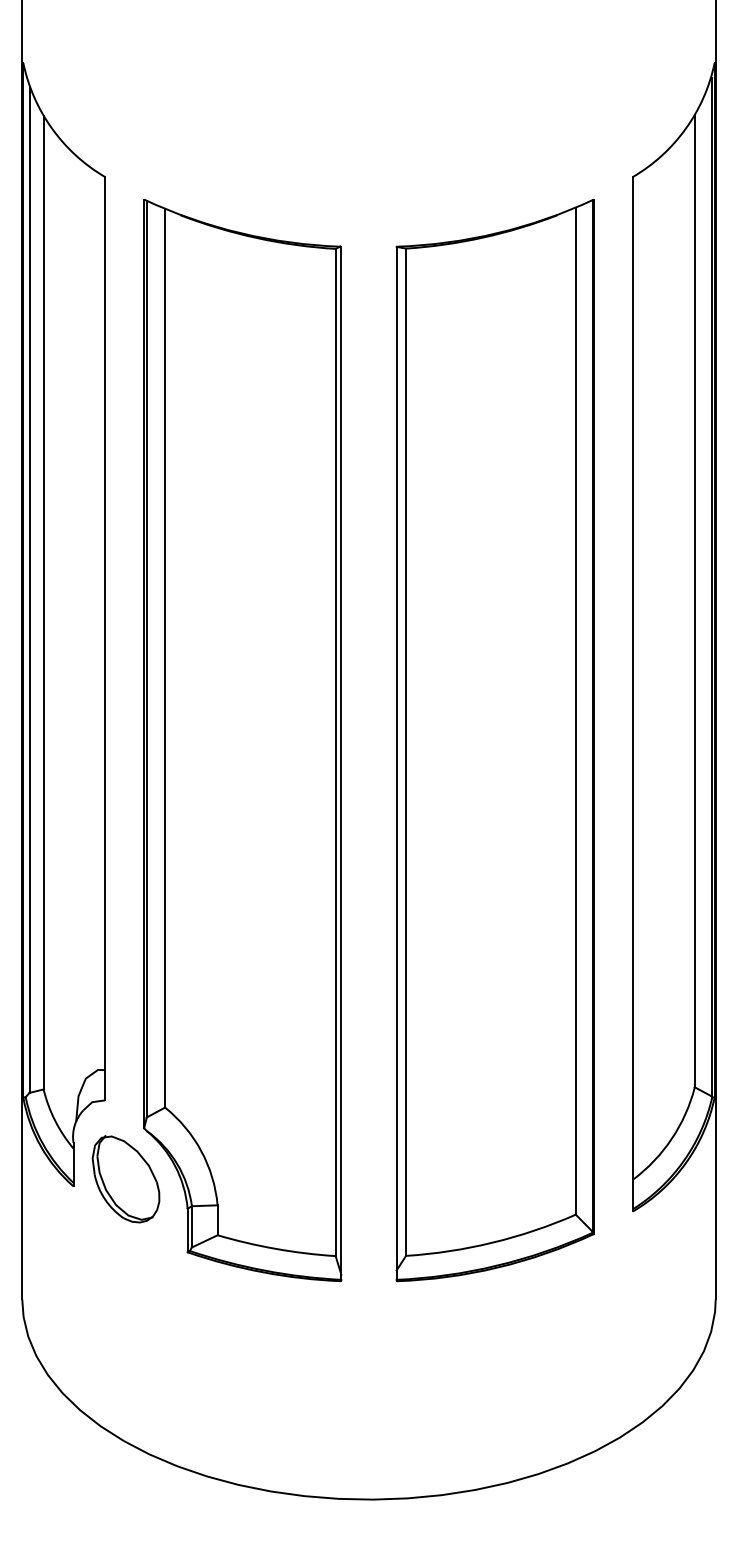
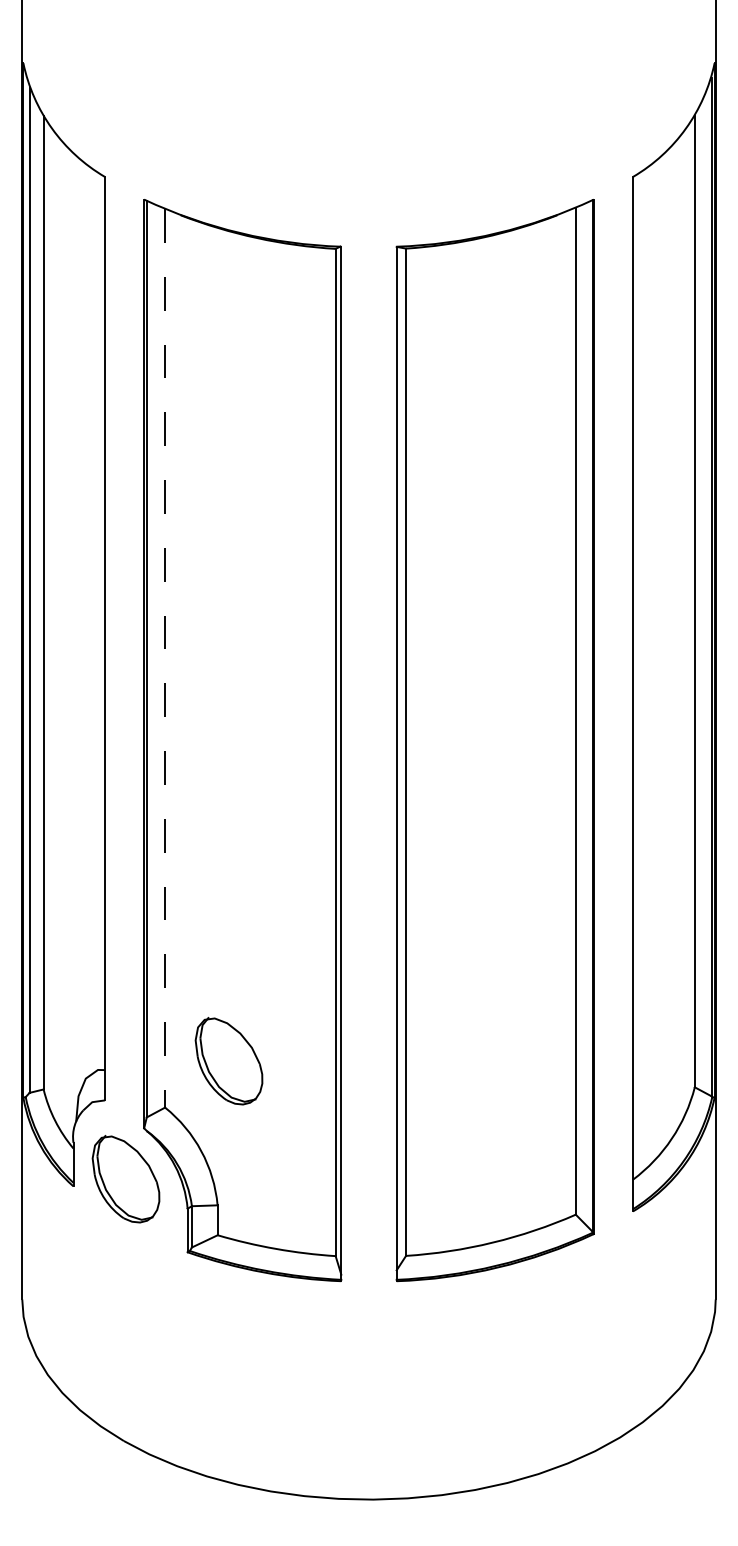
line at (165, 658): solid -> dashed
part at (228, 1061): none -> present
